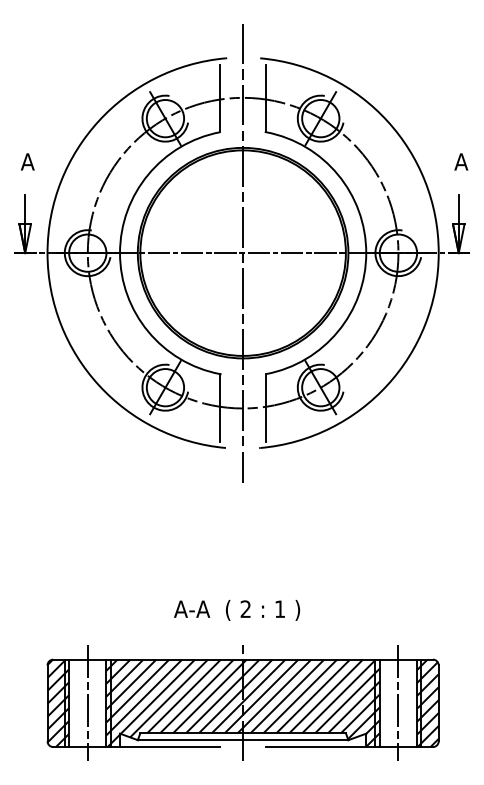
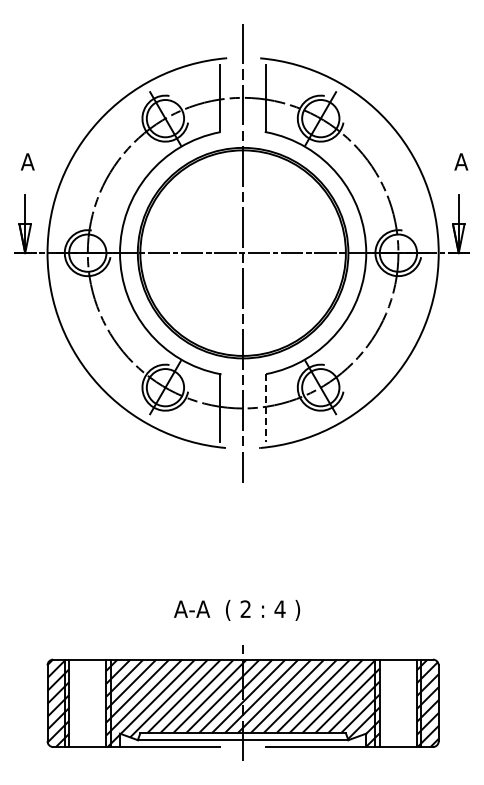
line at (266, 407): solid -> dashed
text at (279, 608): 1 -> 4
line at (87, 703): present -> none
line at (398, 703): present -> none
